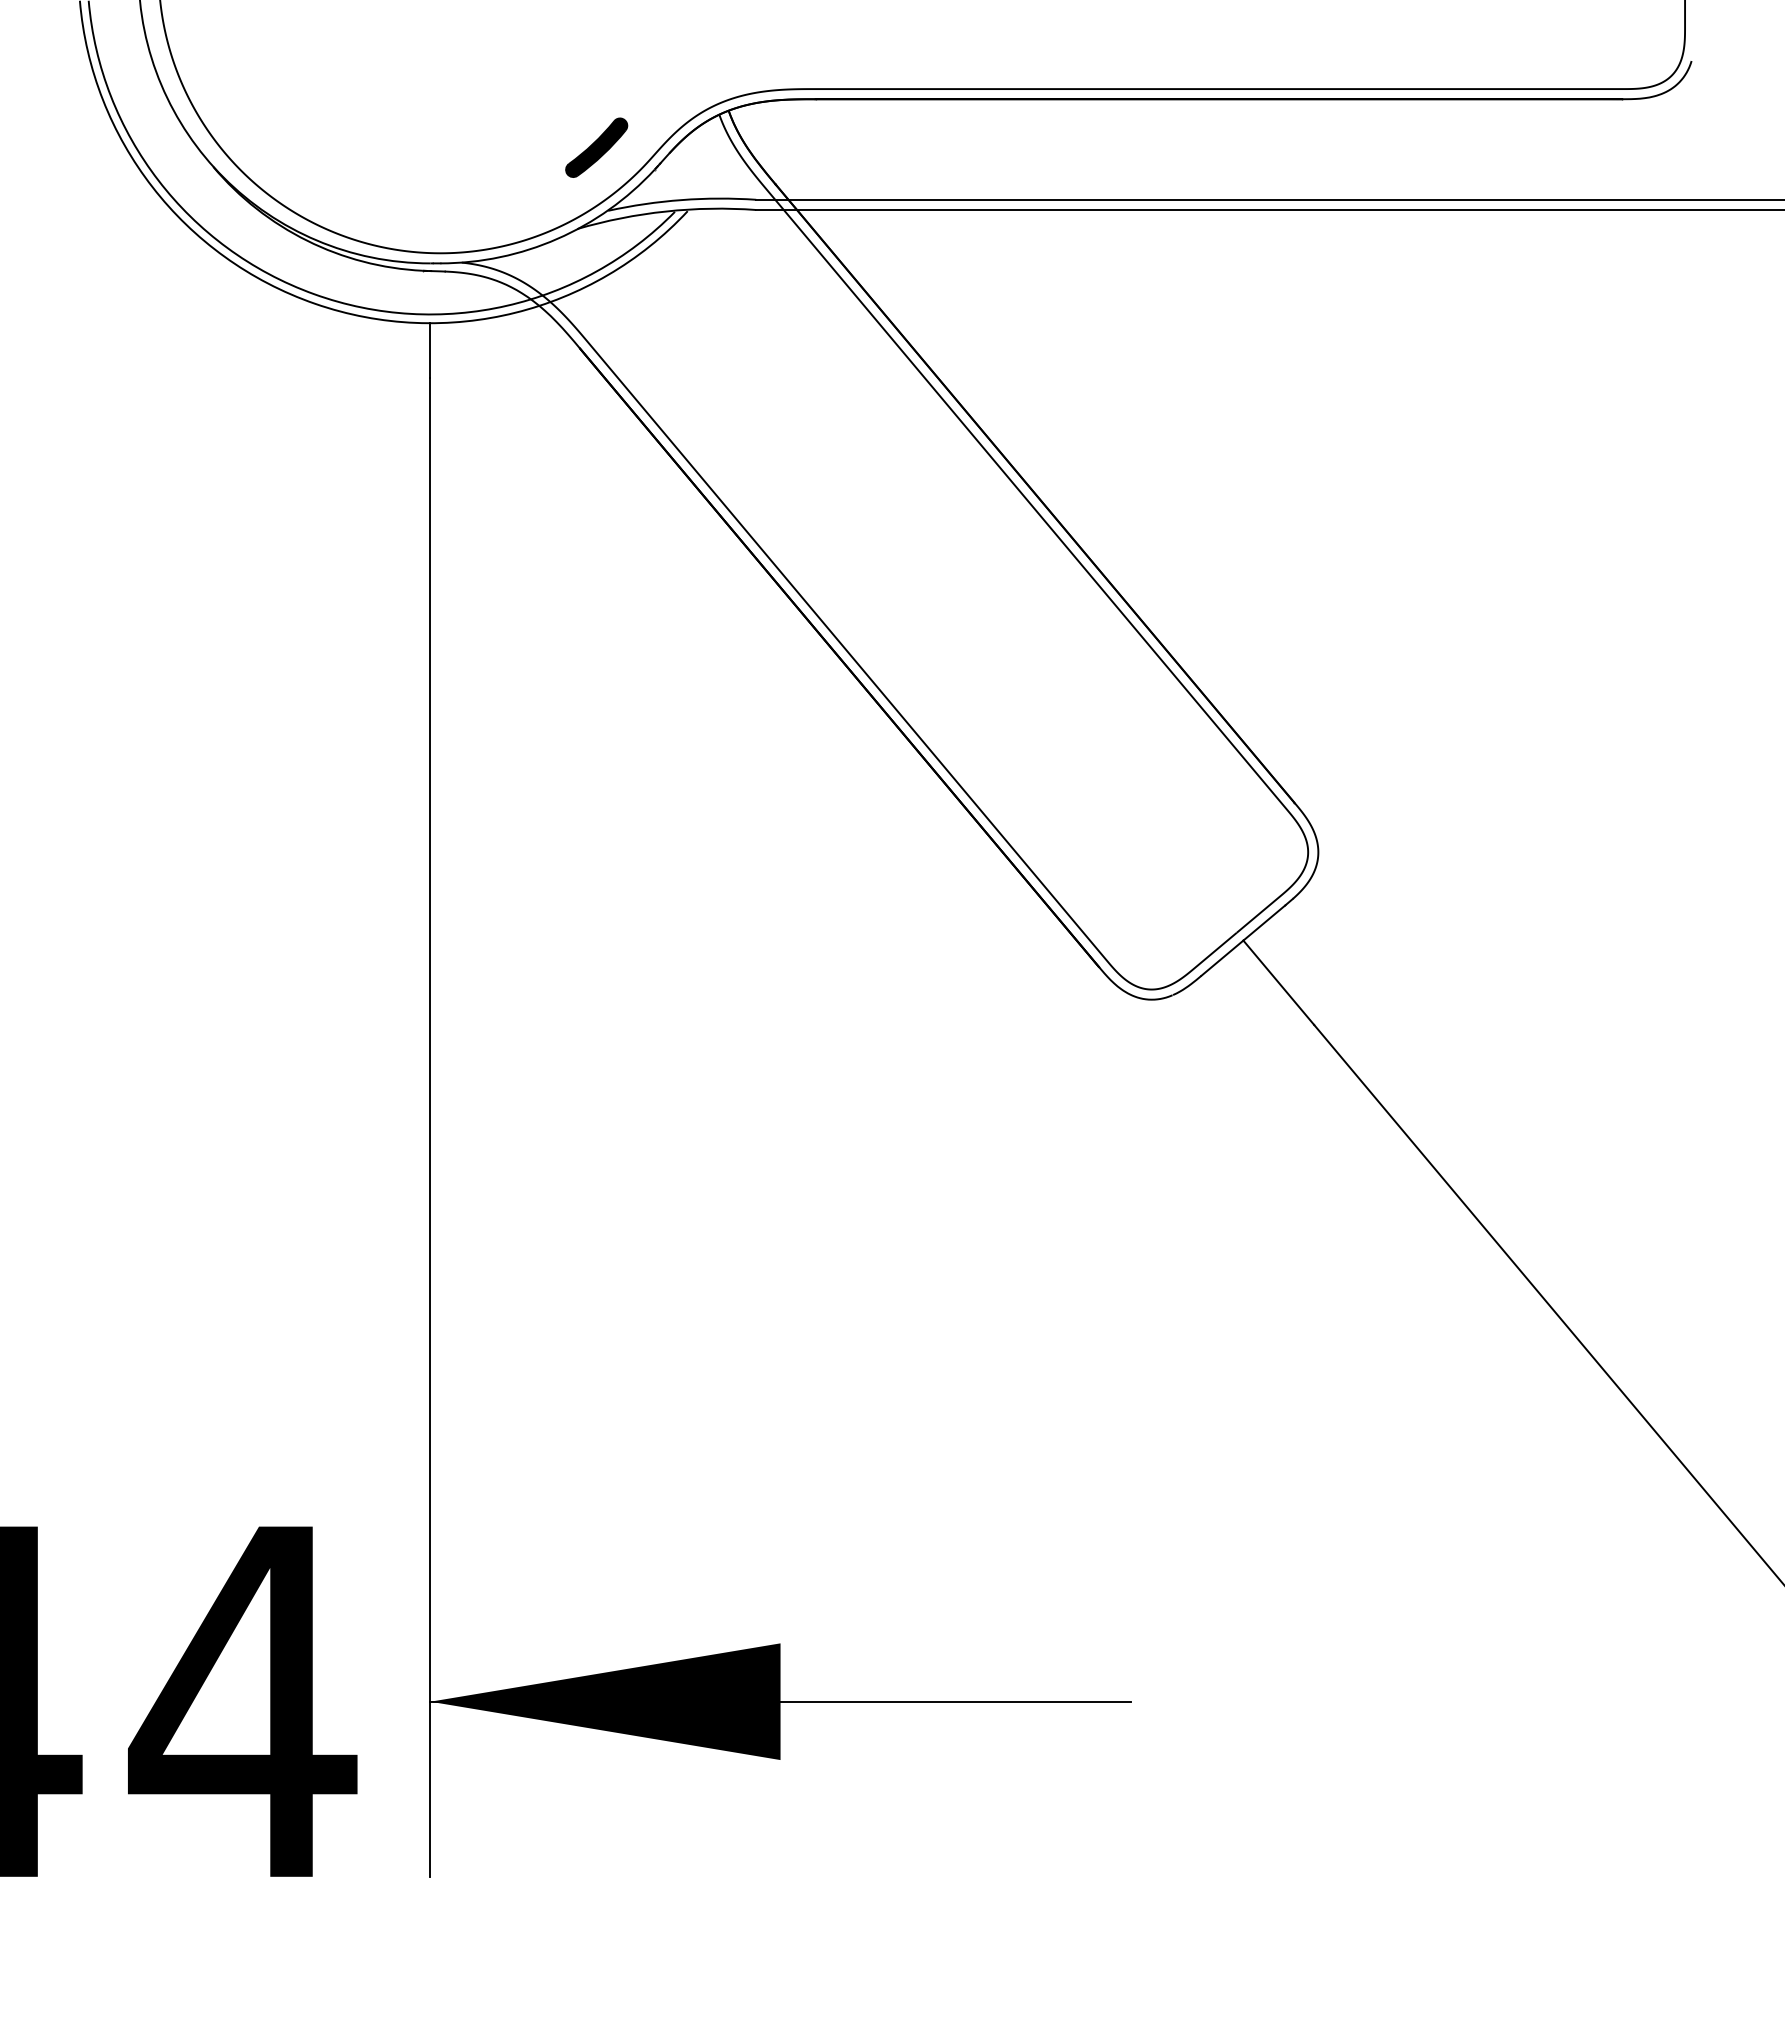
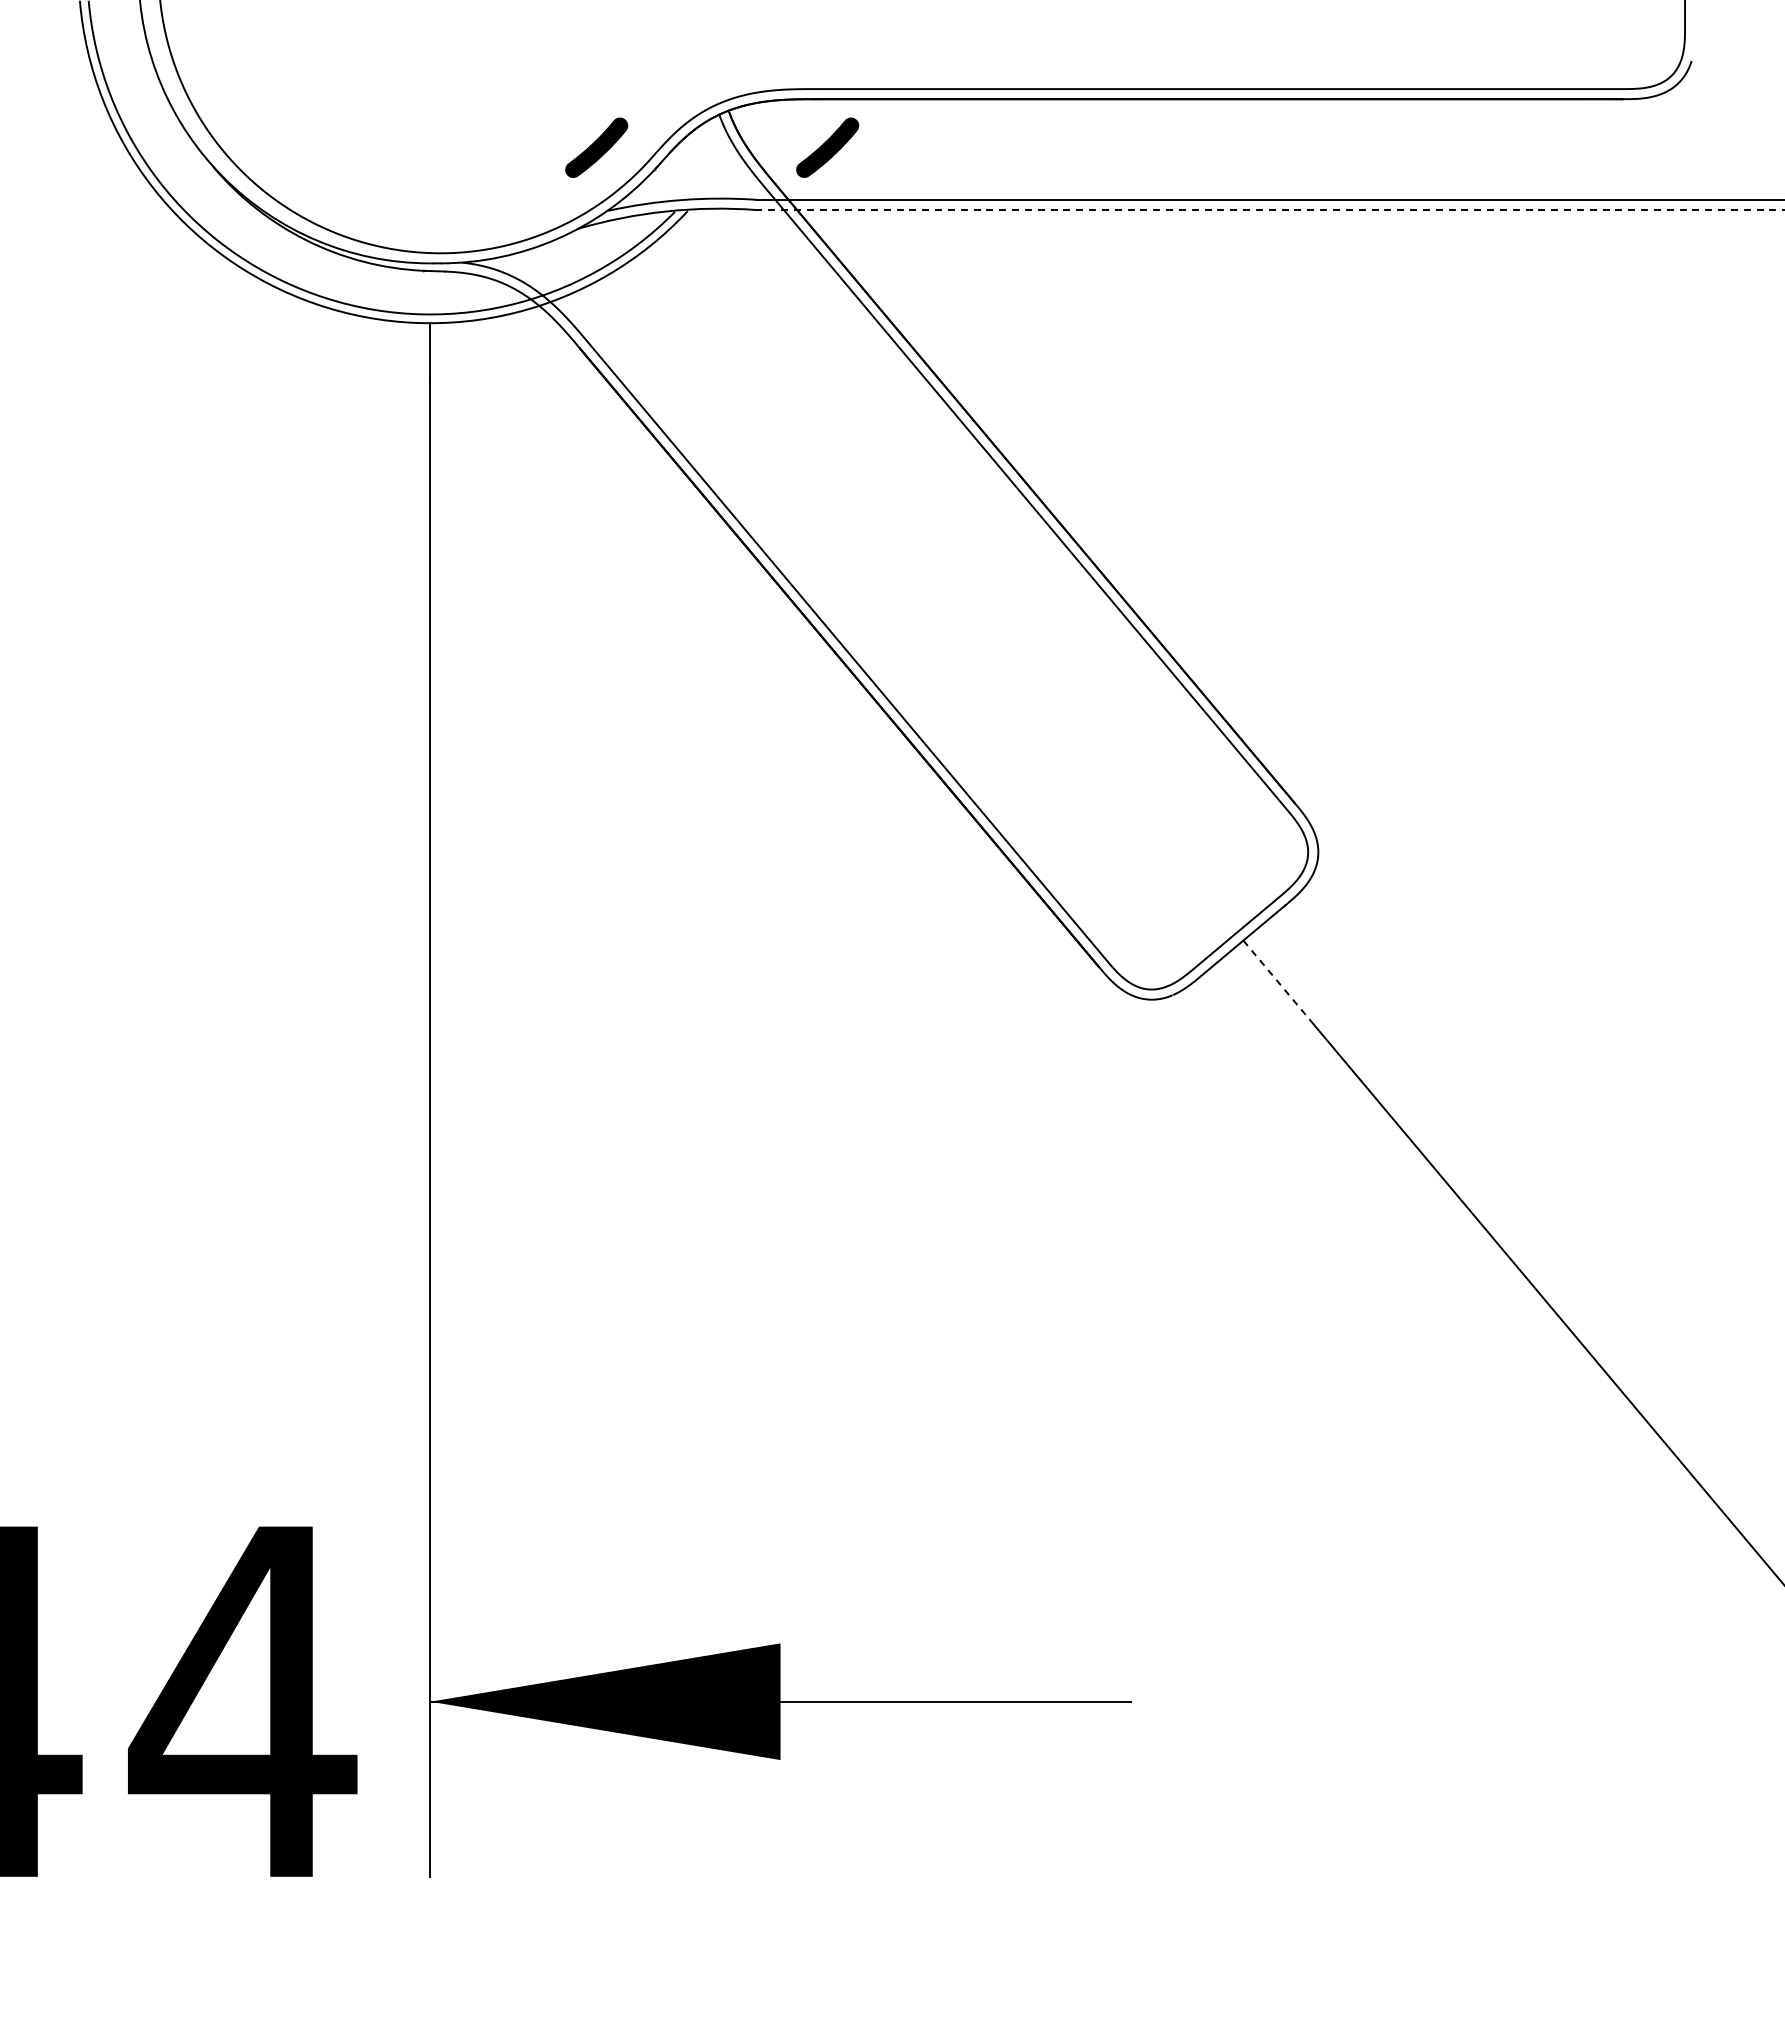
part at (827, 147): none -> present
line at (1270, 210): solid -> dashed
line at (1279, 983): solid -> dashed
